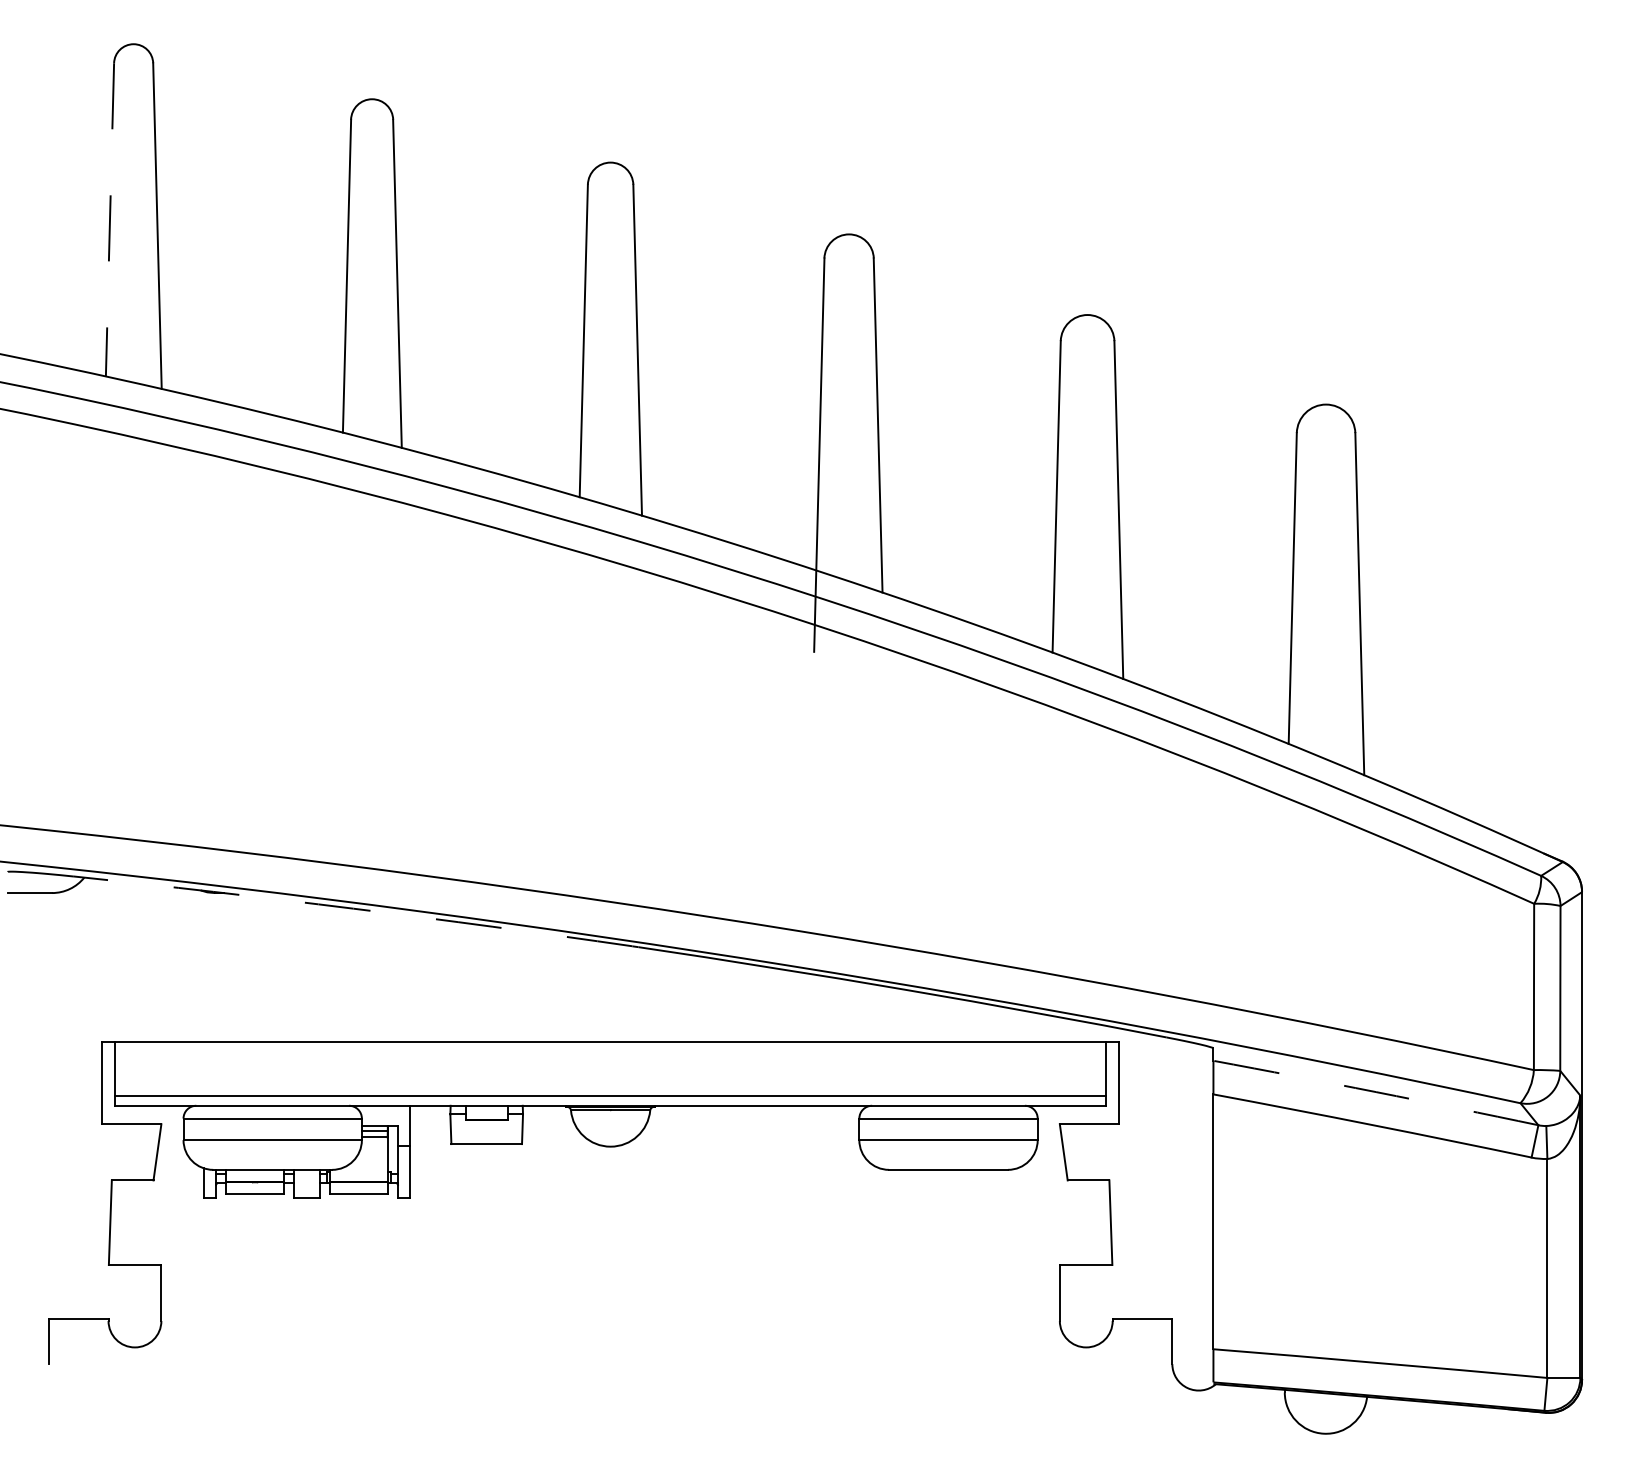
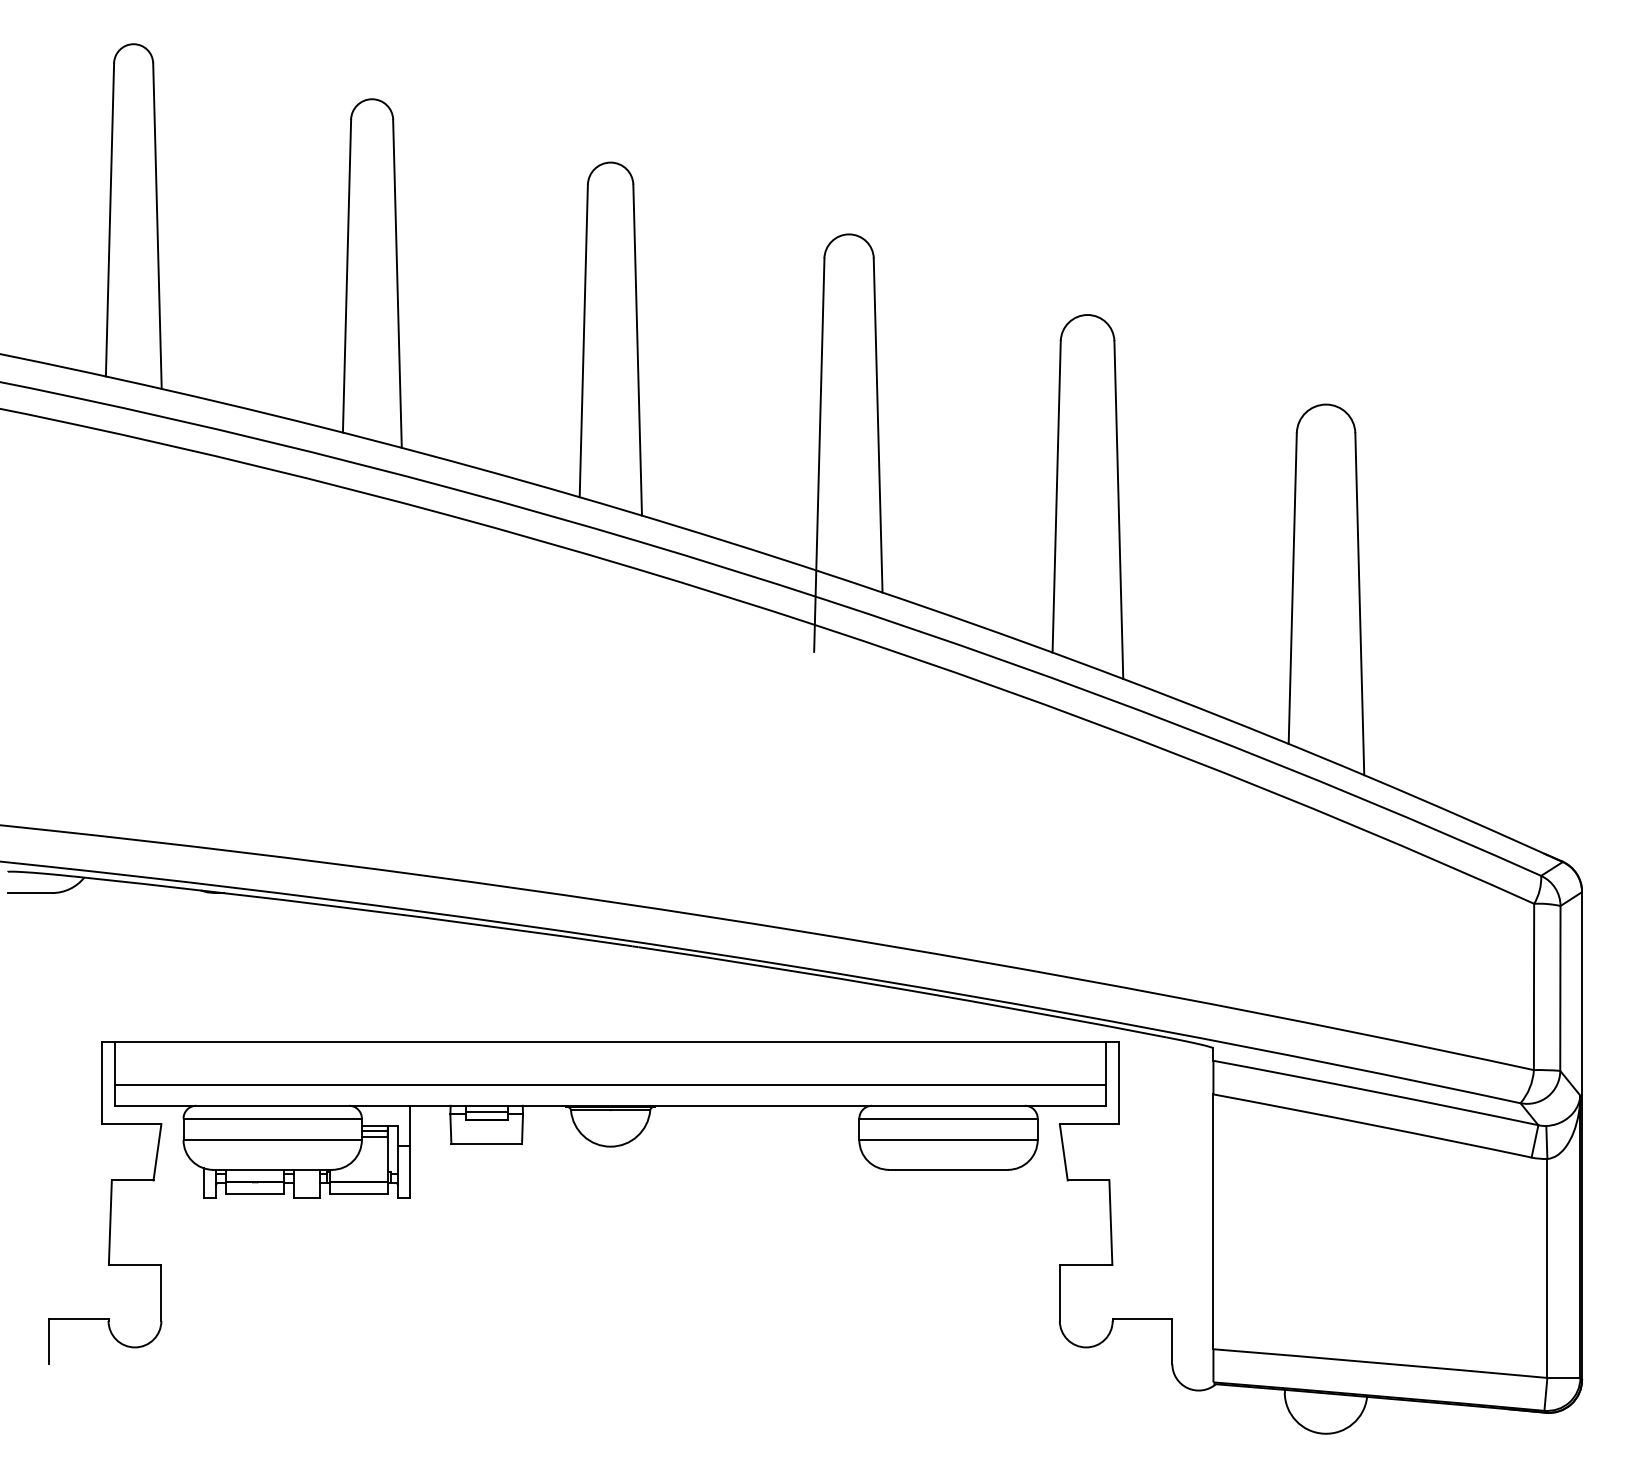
line at (110, 219): dashed -> solid
arc at (353, 908): dashed -> solid
arc at (1376, 1092): dashed -> solid
line at (610, 1095) position: (610, 1095) -> (610, 1084)
line at (486, 1111): none -> present
